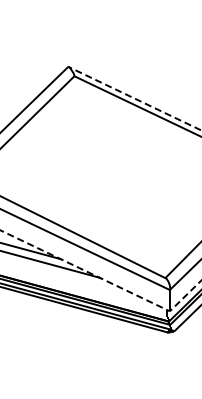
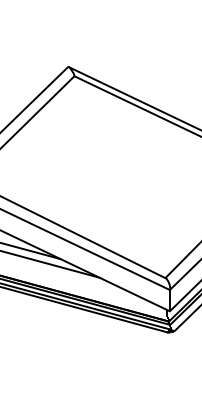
line at (135, 98): dashed -> solid
line at (105, 280): dashed -> solid
